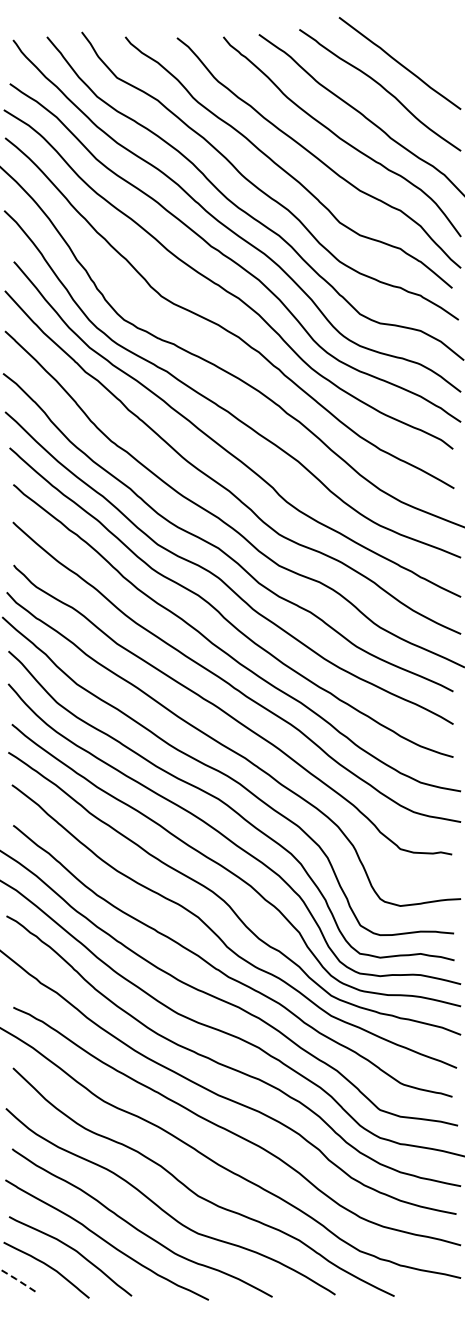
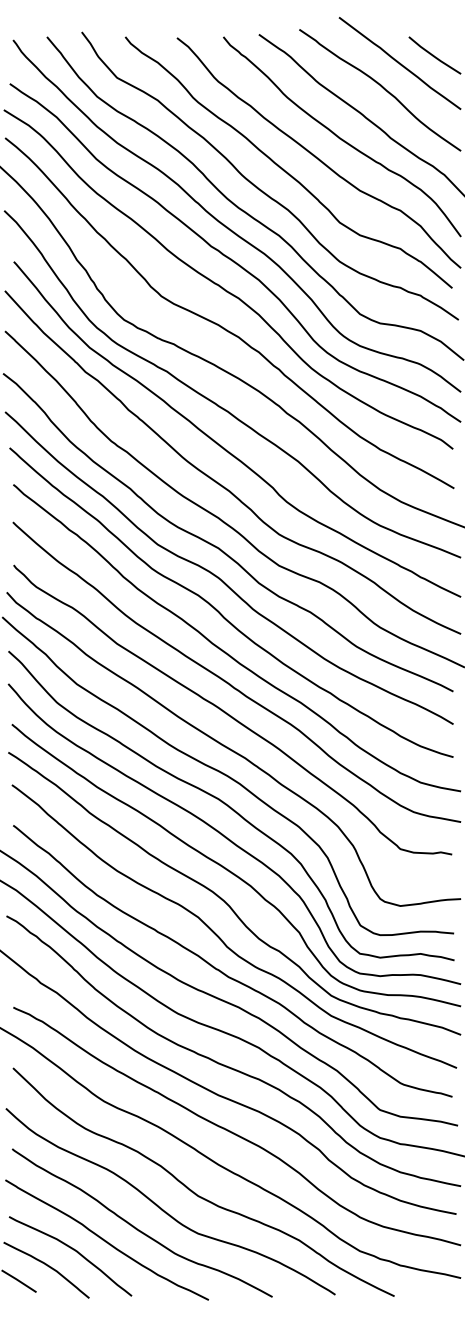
line at (434, 55): none -> present
line at (18, 1280): dashed -> solid
